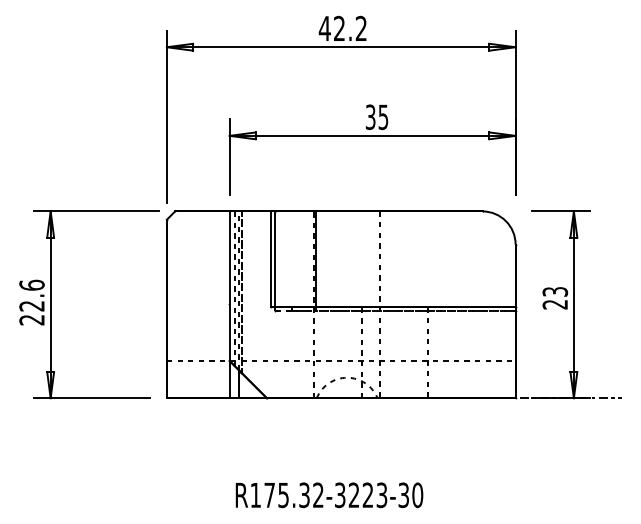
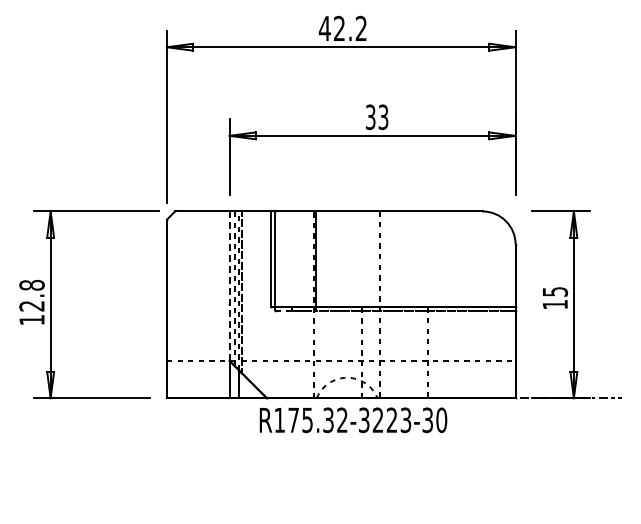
text at (383, 116): 35 -> 33
line at (229, 286): solid -> dashed
text at (554, 298): 23 -> 15
text at (31, 302): 22.6 -> 12.8
text at (329, 495) position: (329, 495) -> (353, 420)
